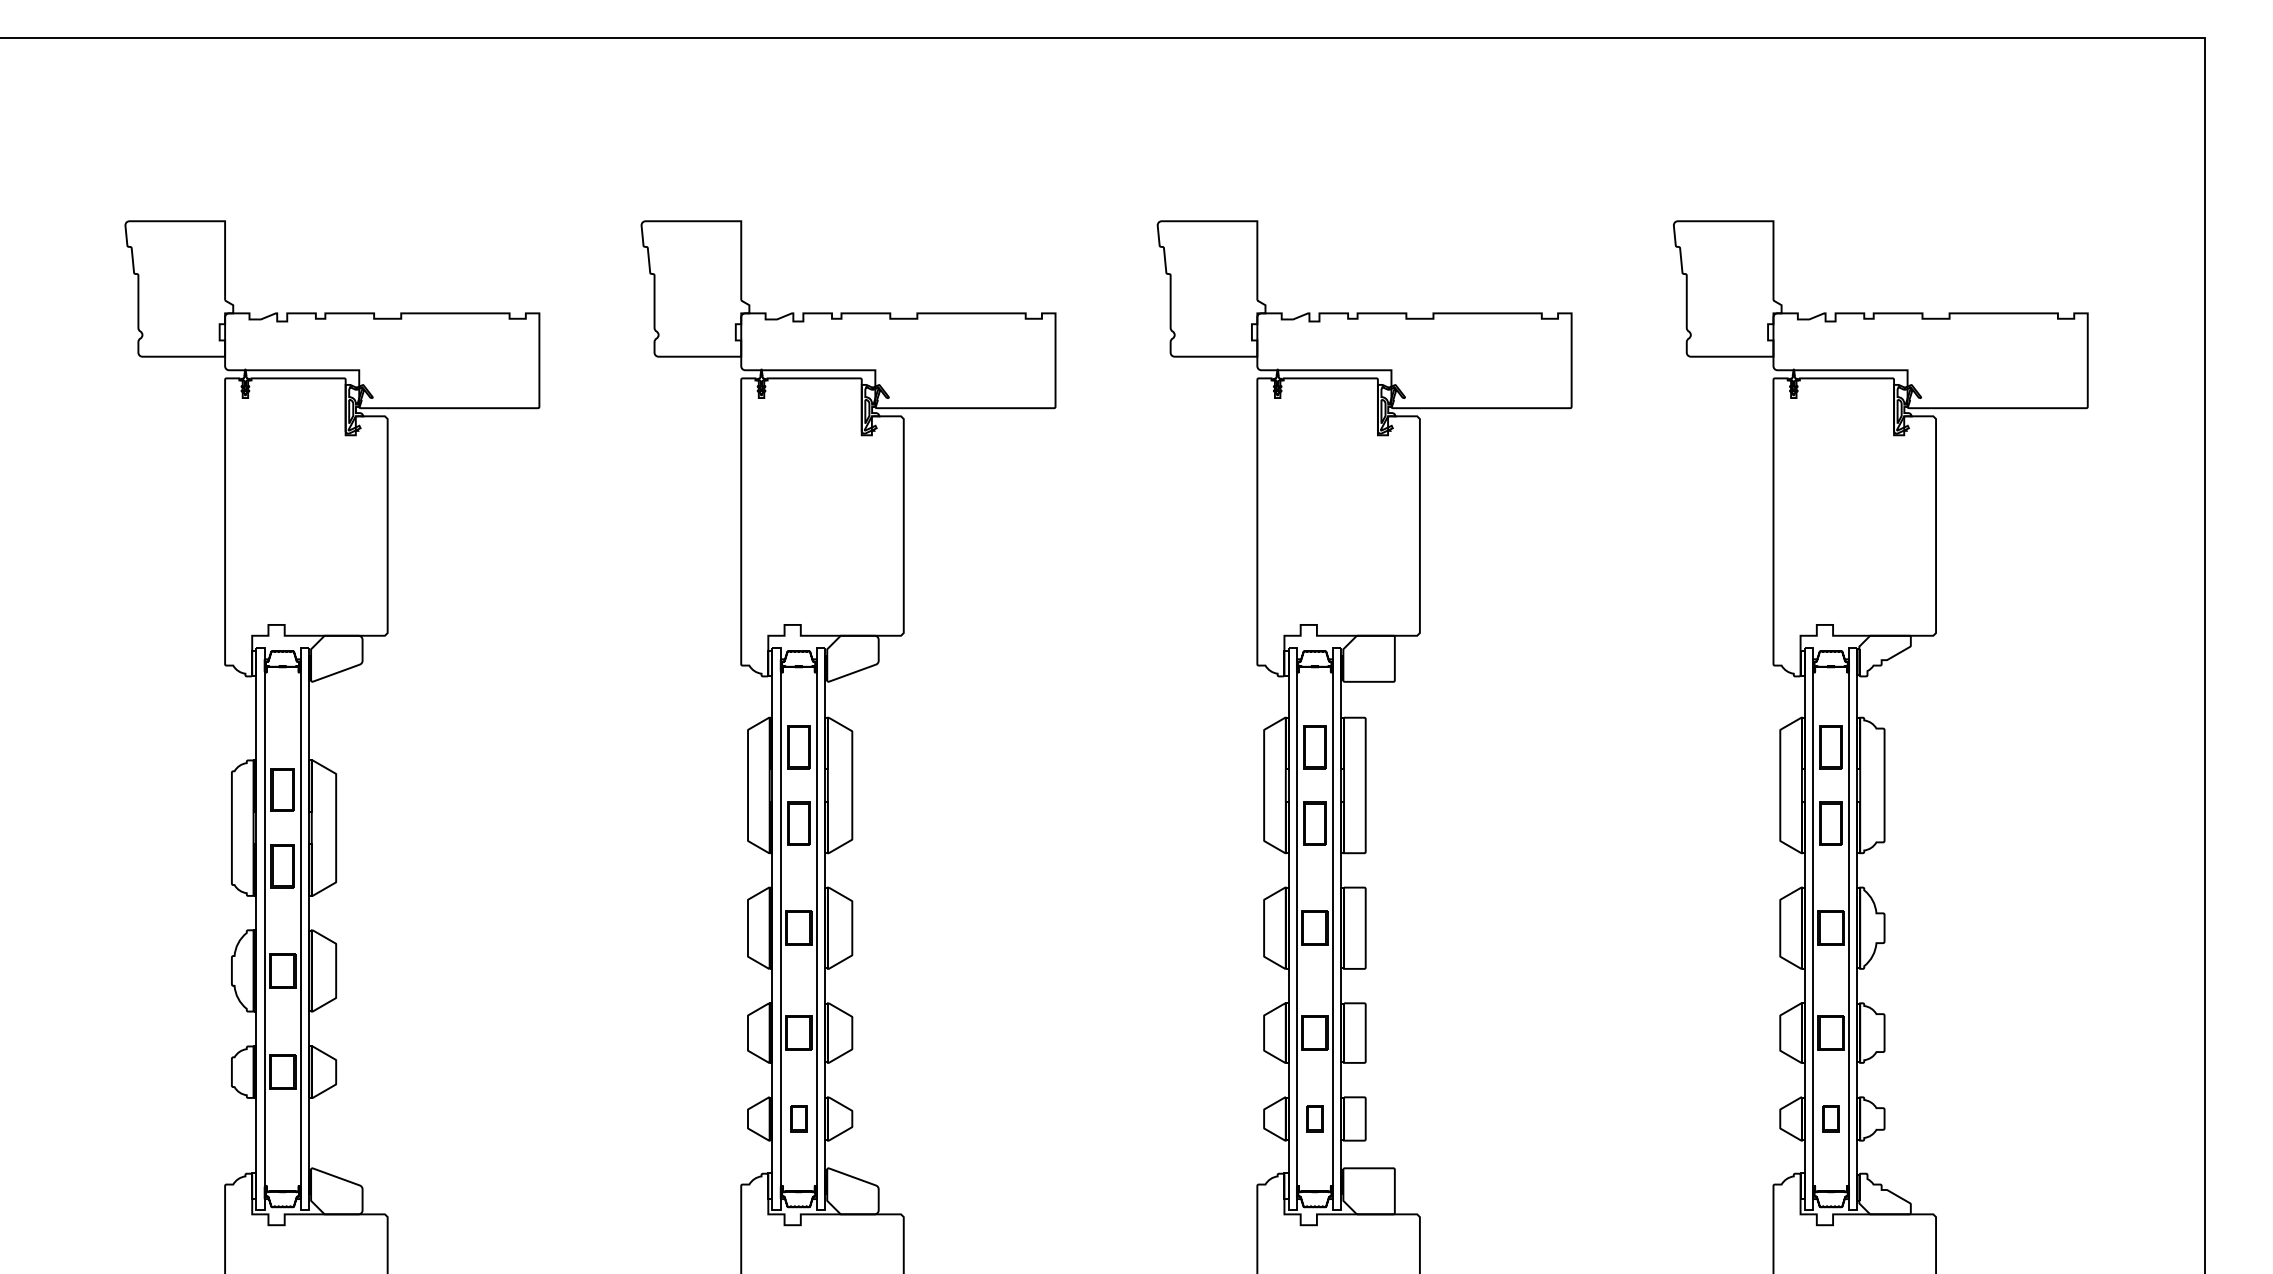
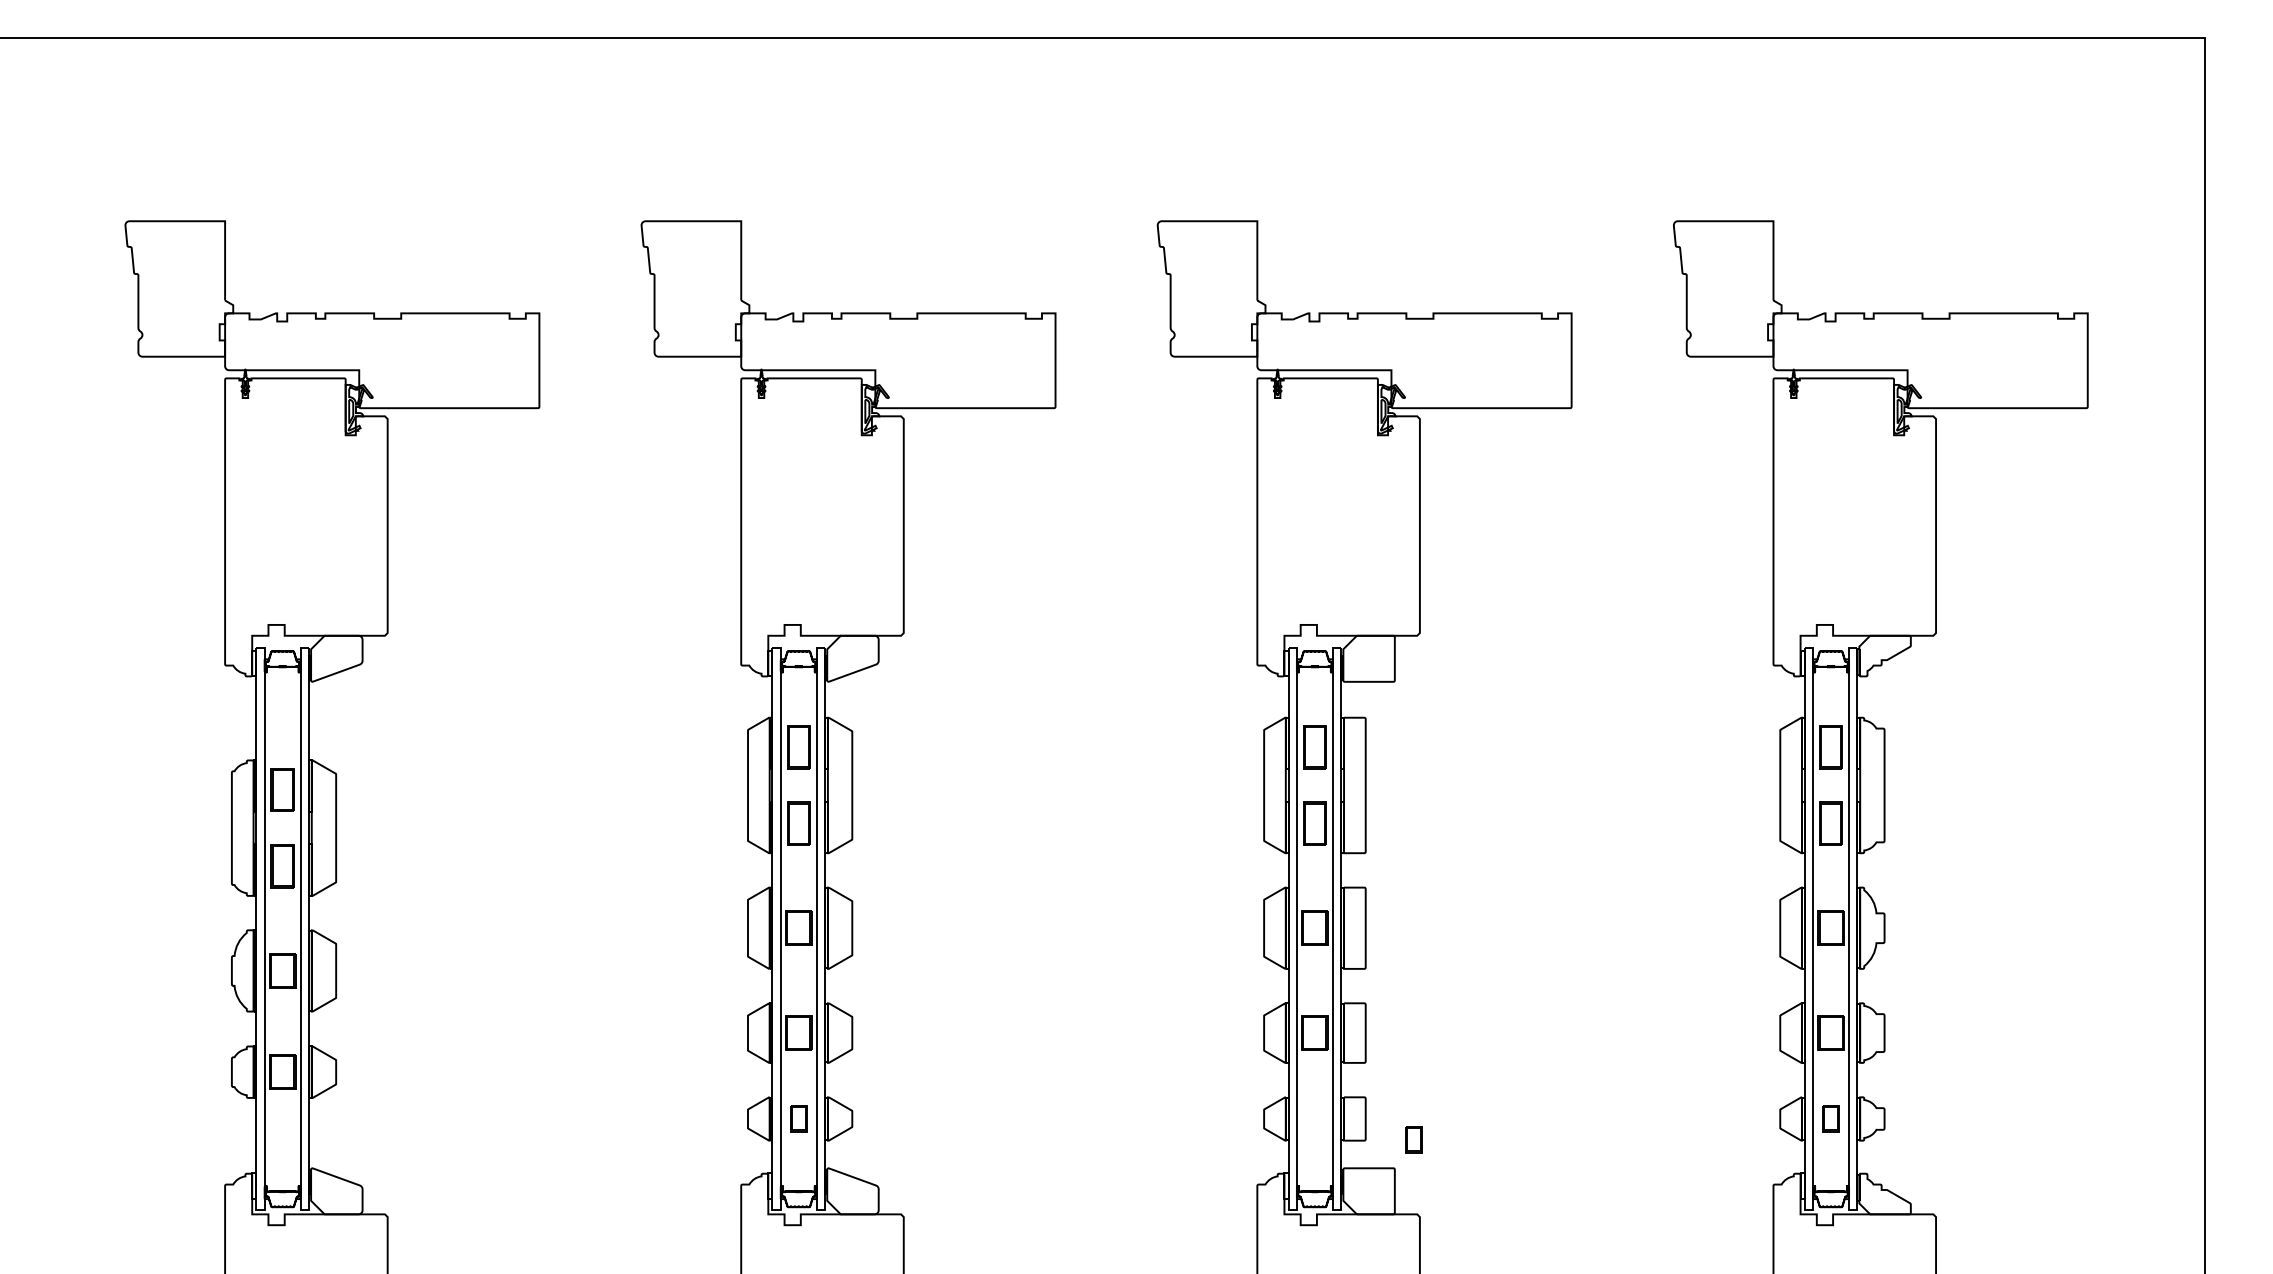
part at (1314, 1118) position: (1314, 1118) -> (1413, 1139)
